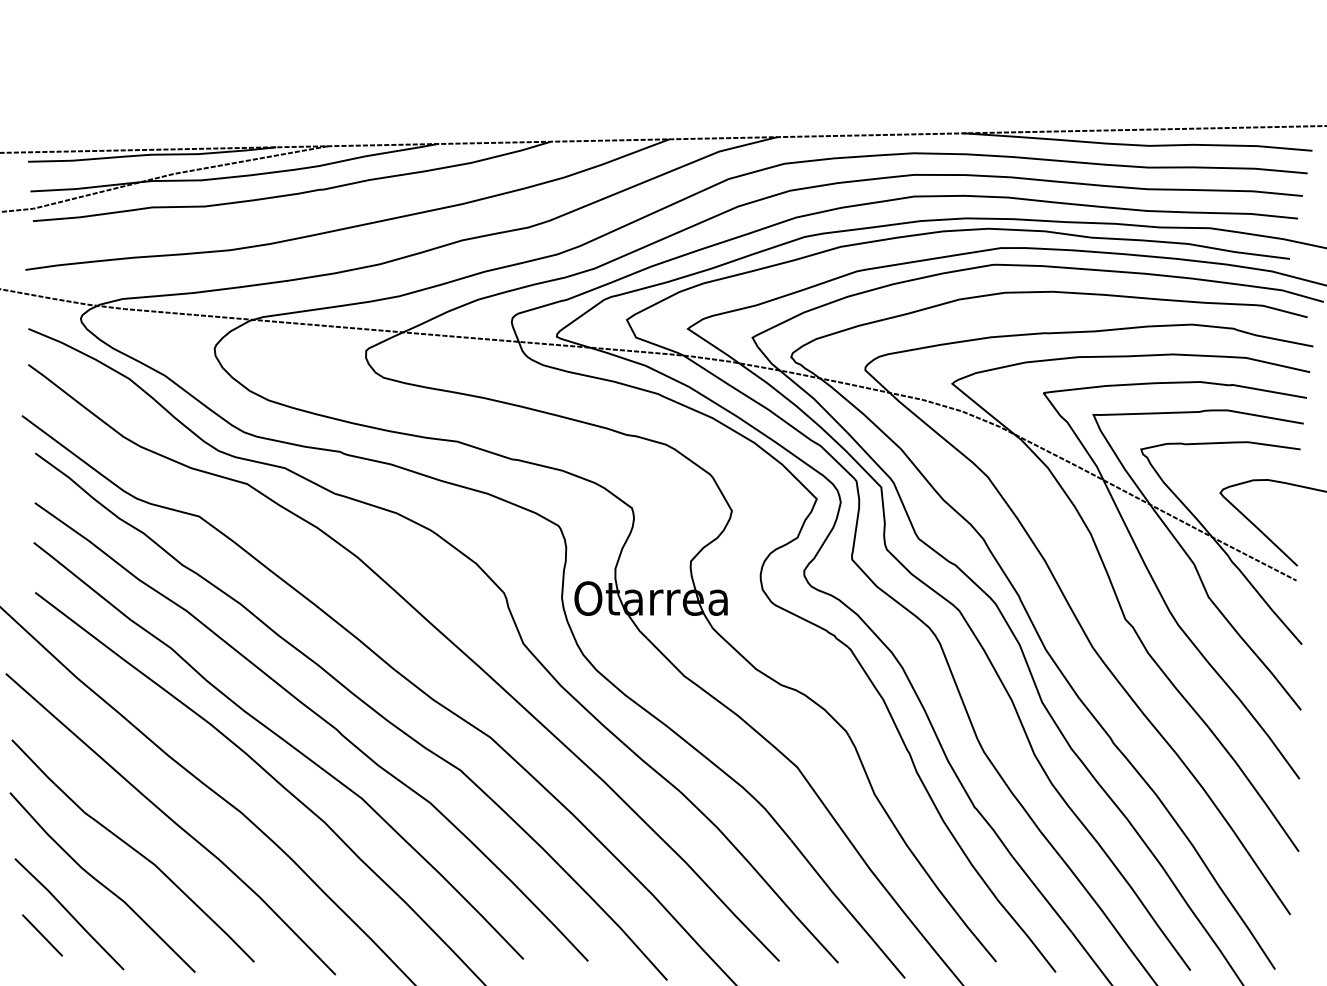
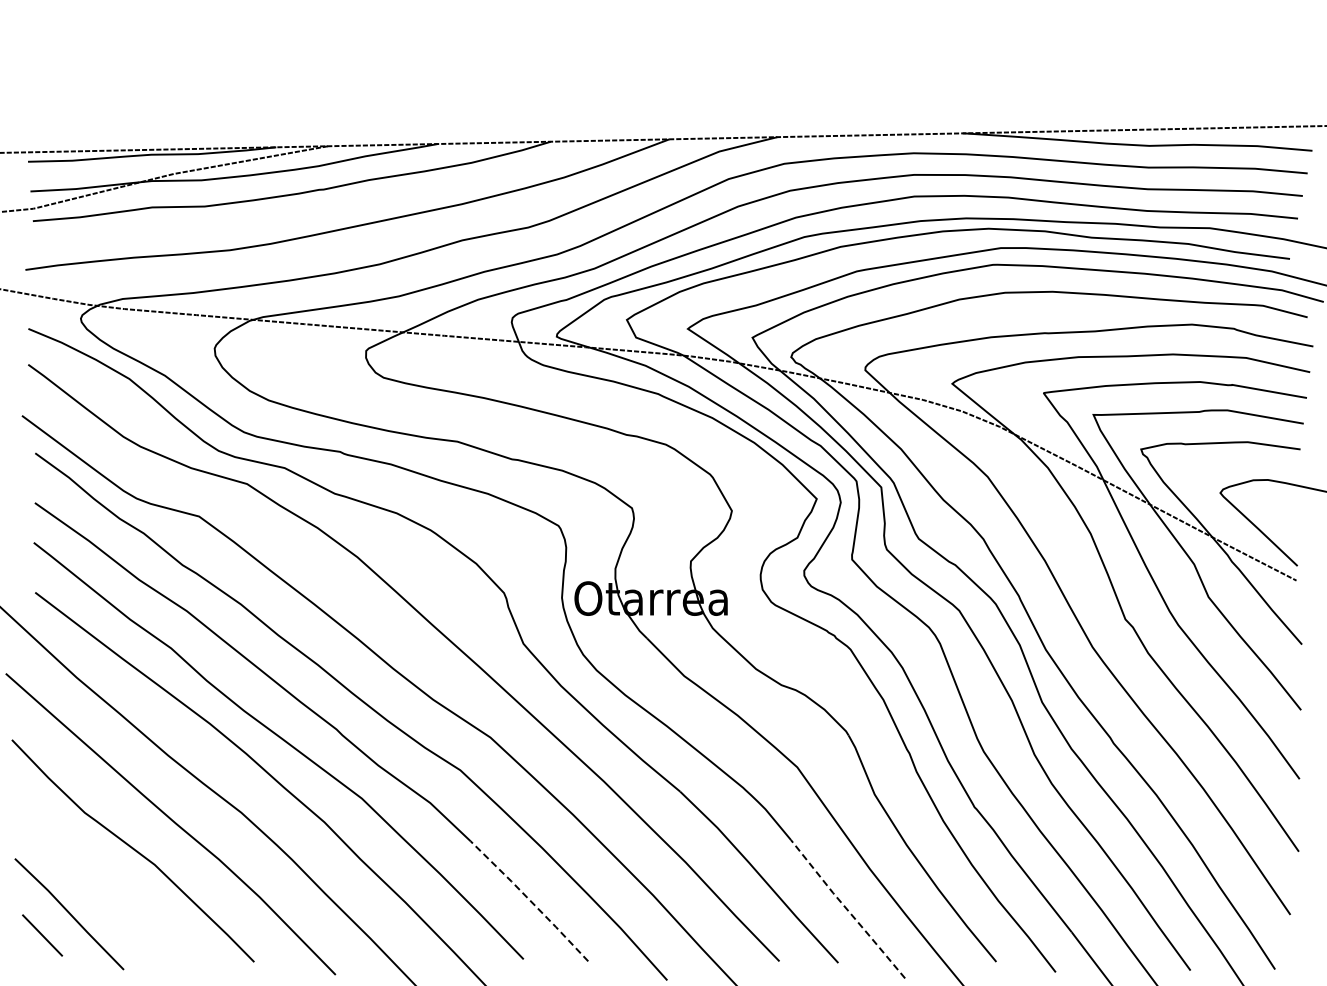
curve at (101, 882): present -> none
line at (530, 900): solid -> dashed
line at (847, 909): solid -> dashed
